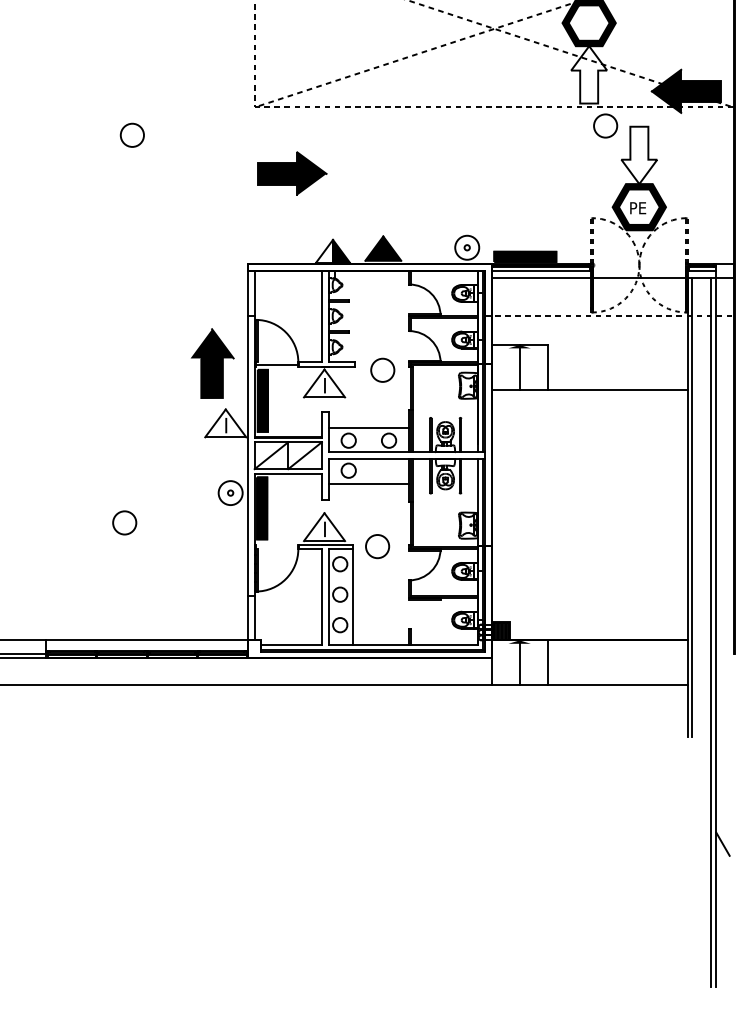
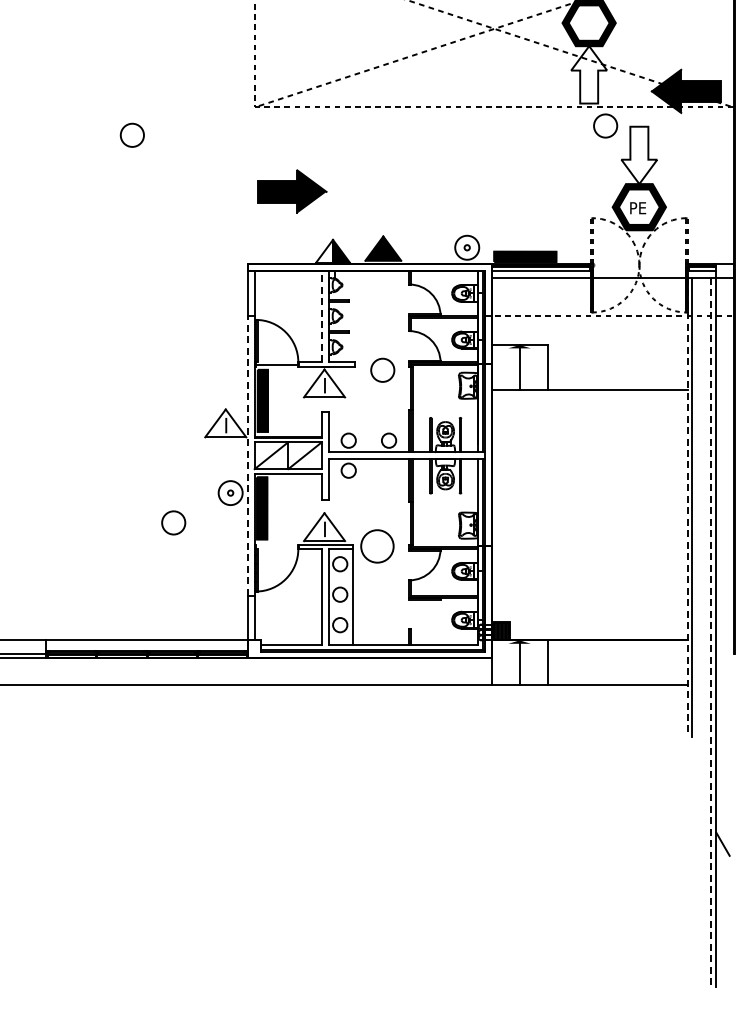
part at (292, 173) position: (292, 173) -> (292, 191)
line at (321, 316): solid -> dashed
part at (212, 363): present -> none
line at (368, 427): present -> none
line at (247, 455): solid -> dashed
line at (368, 483): present -> none
line at (687, 507): solid -> dashed
circle at (124, 522) position: (124, 522) -> (173, 522)
circle at (377, 546) size: 26x26 px -> 35x35 px
line at (711, 632): solid -> dashed
